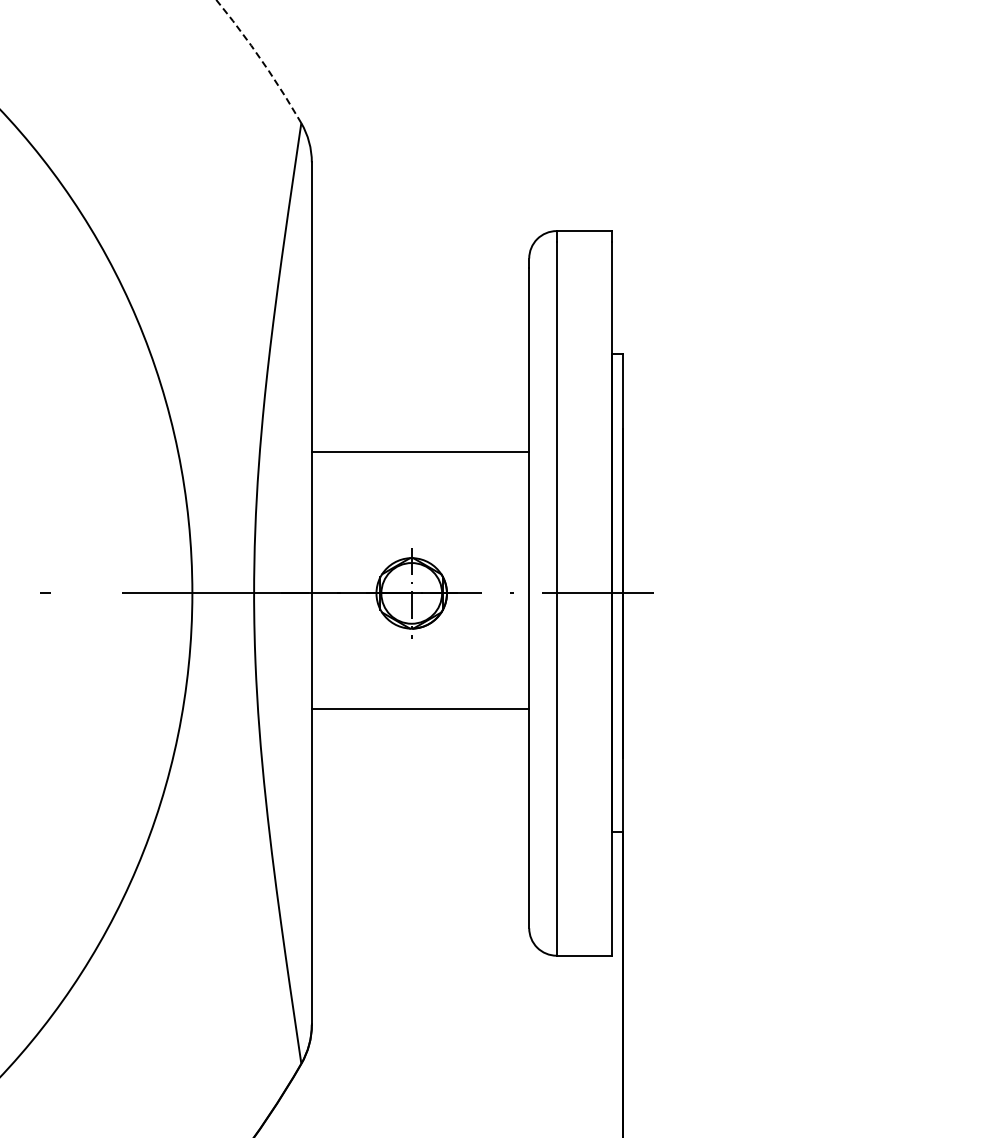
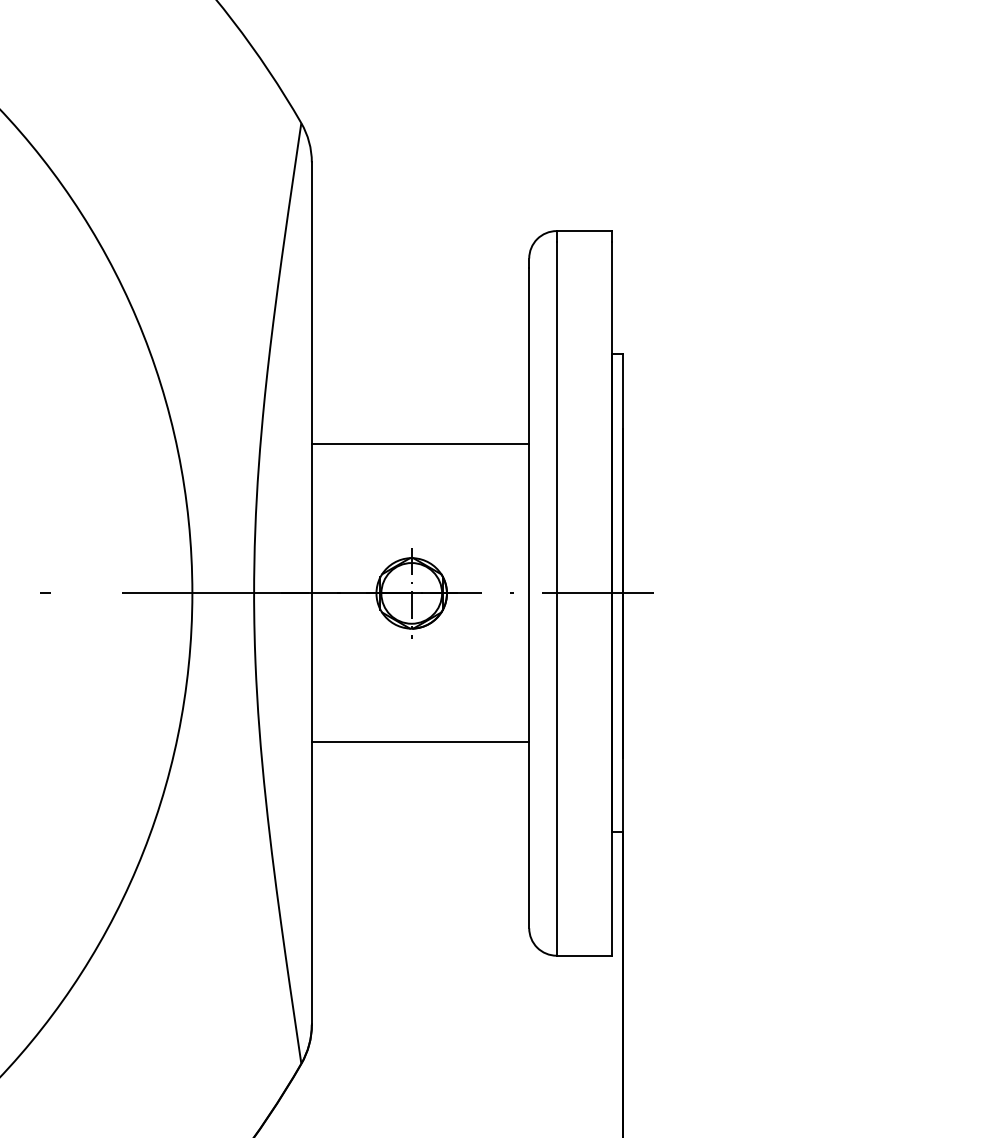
arc at (261, 60): dashed -> solid
line at (420, 452) position: (420, 452) -> (420, 444)
line at (420, 709) position: (420, 709) -> (420, 742)
